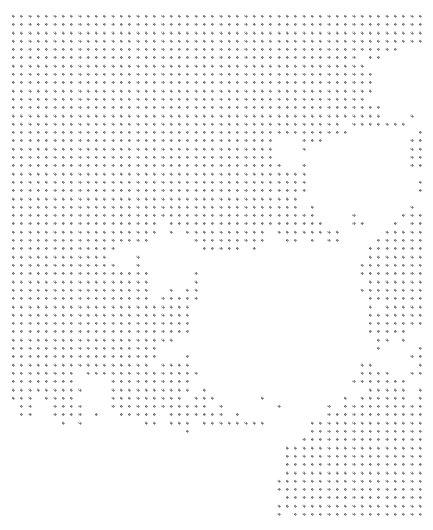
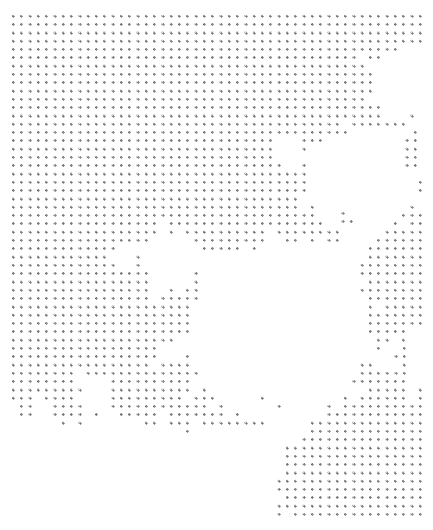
part at (415, 148) position: (415, 148) -> (410, 148)
part at (357, 219) position: (357, 219) -> (346, 217)
part at (415, 360) position: (415, 360) -> (399, 360)
